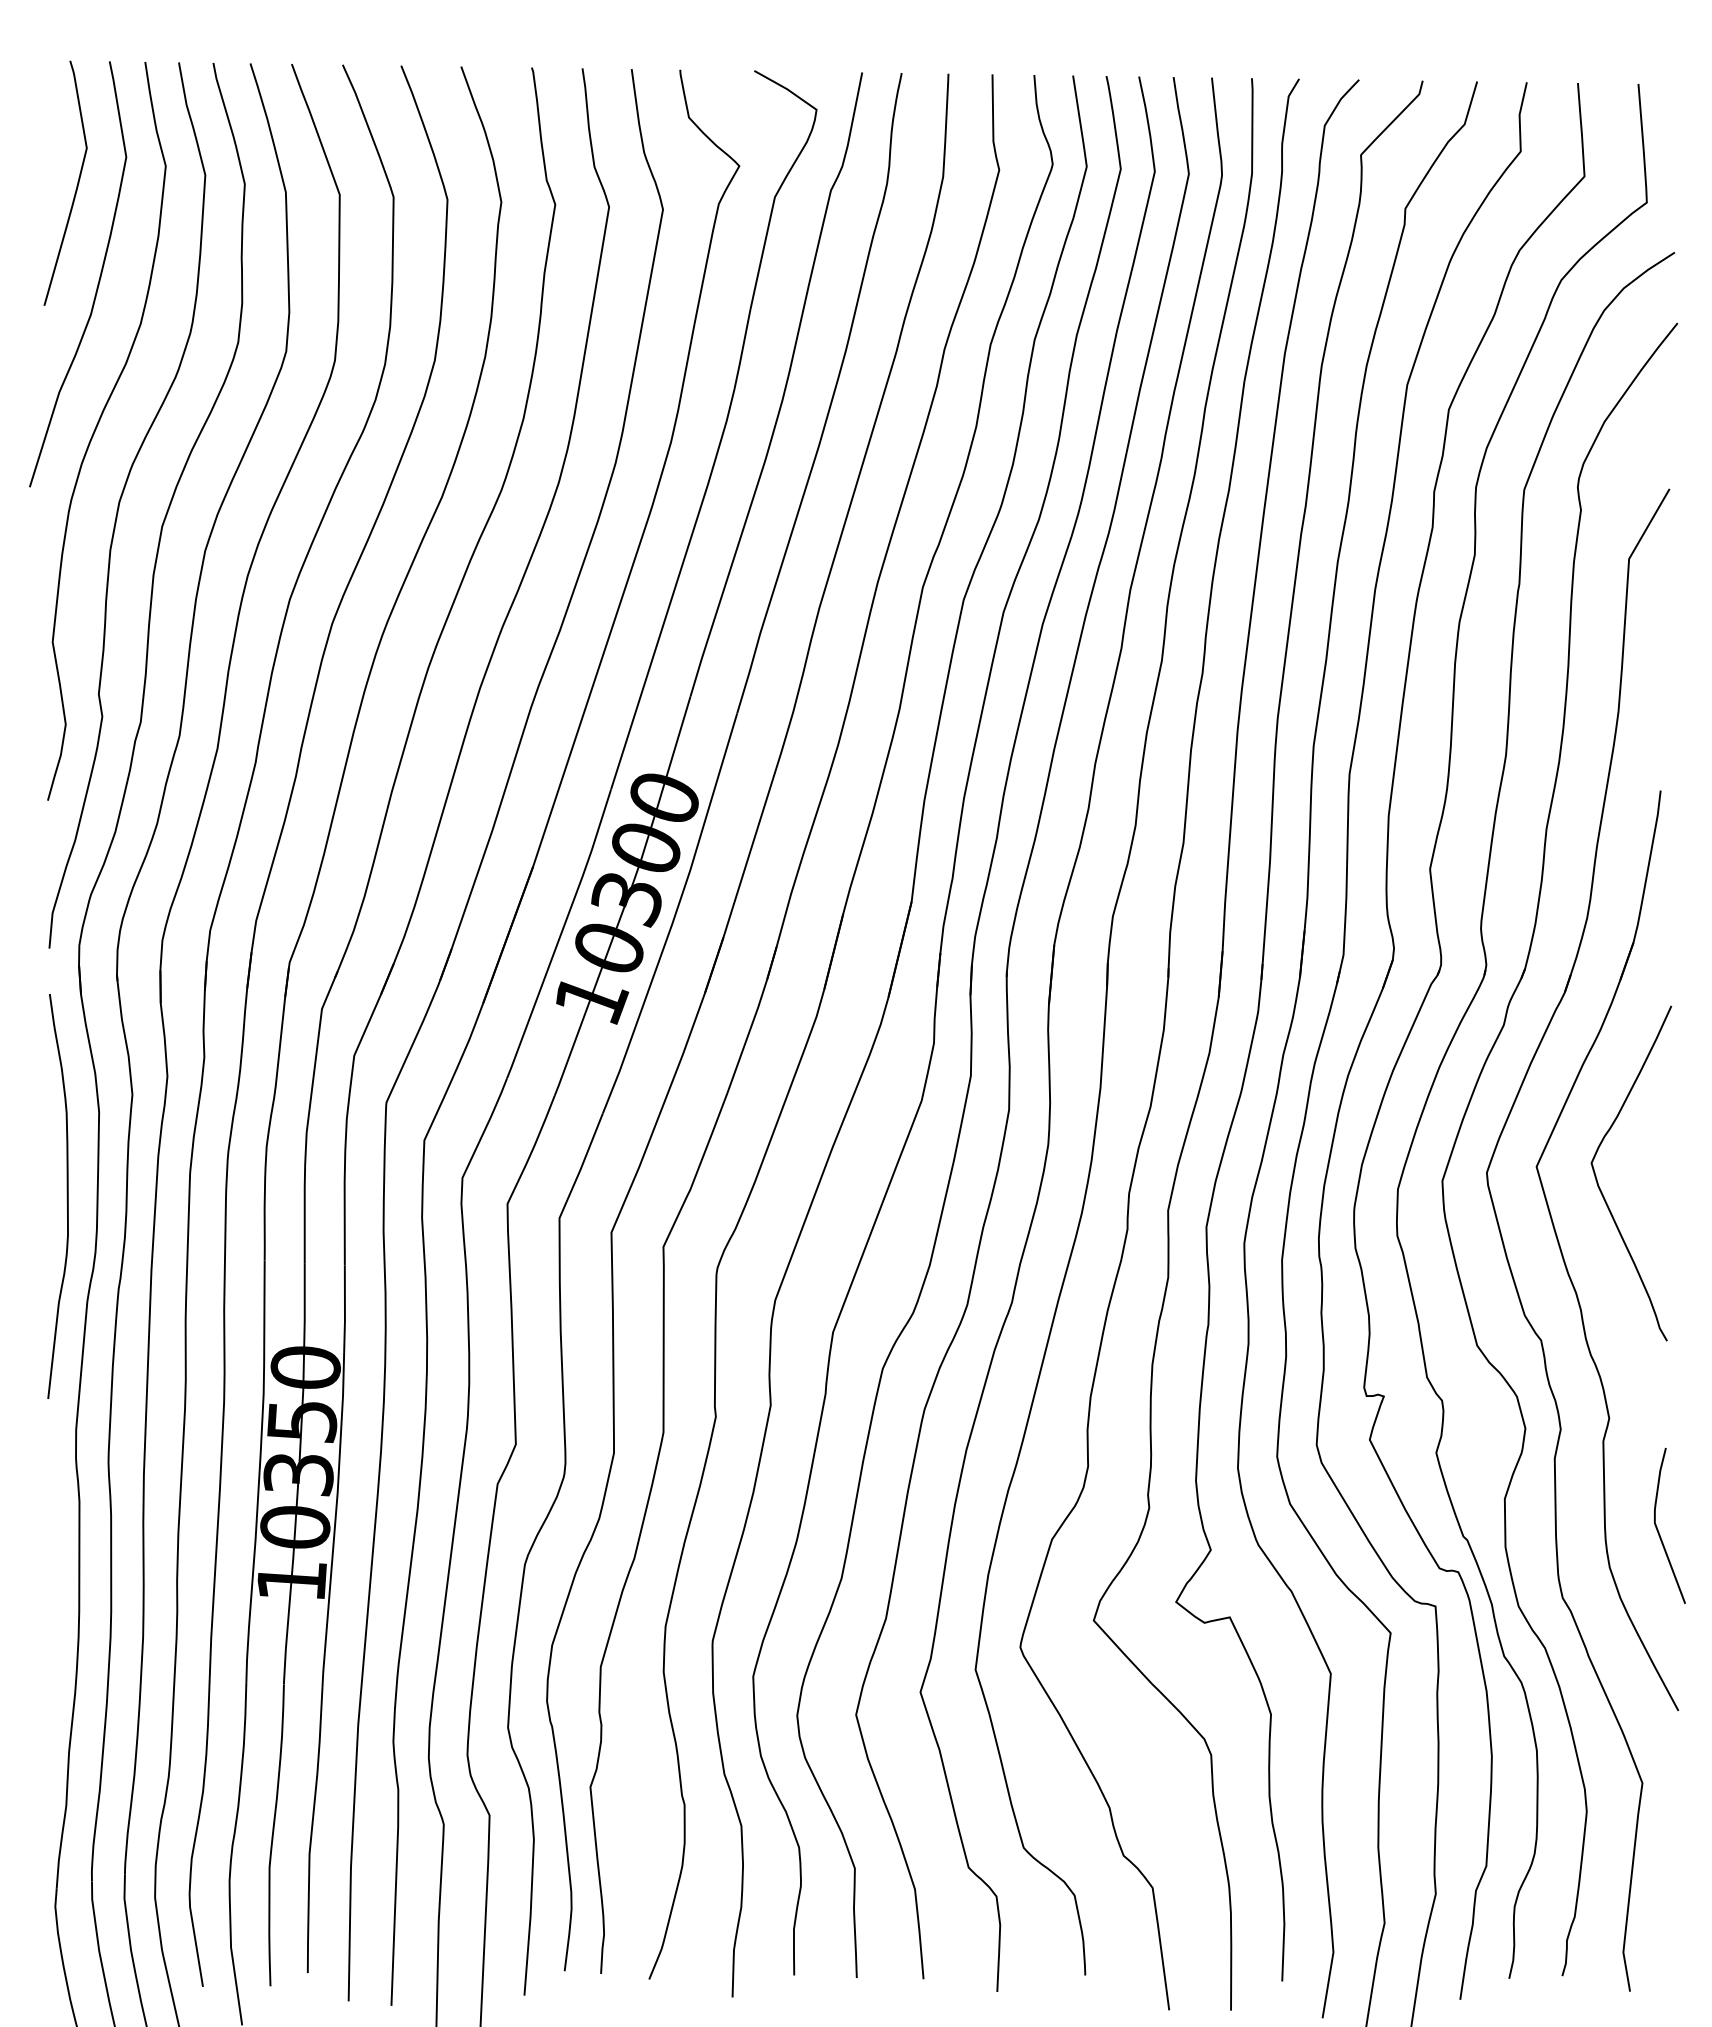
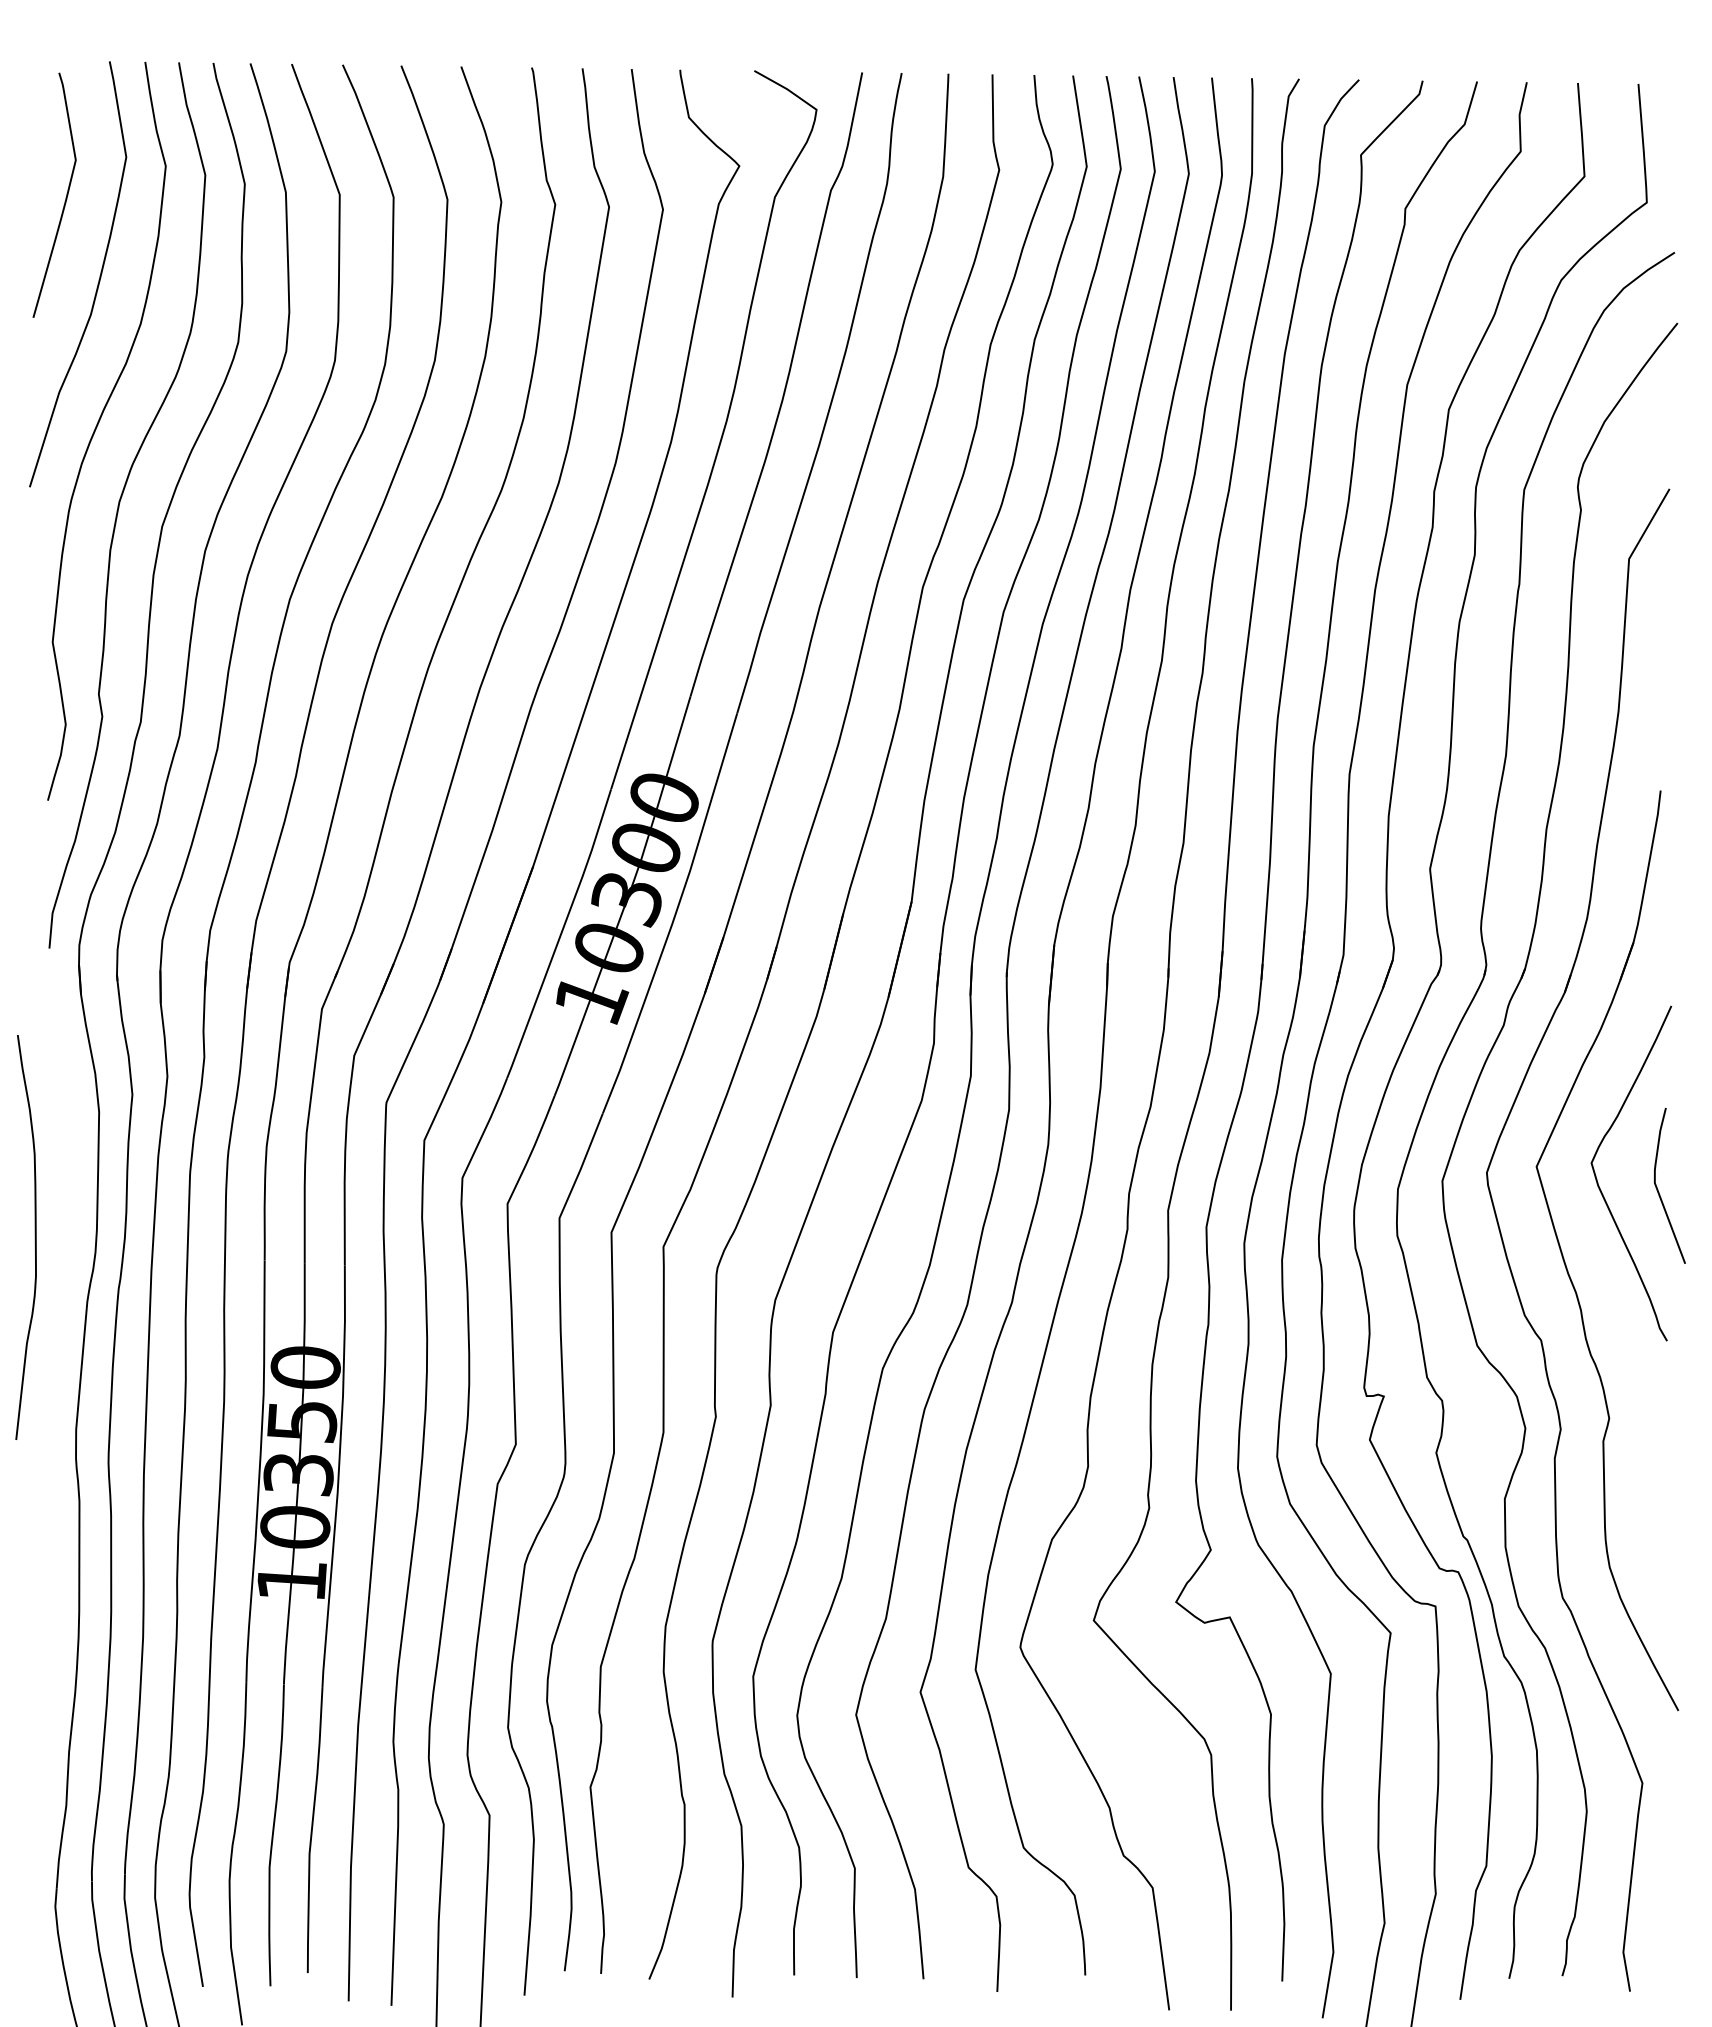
curve at (76, 185) position: (76, 185) -> (65, 197)
curve at (66, 1196) position: (66, 1196) -> (34, 1237)
curve at (1658, 1529) position: (1658, 1529) -> (1658, 1189)
